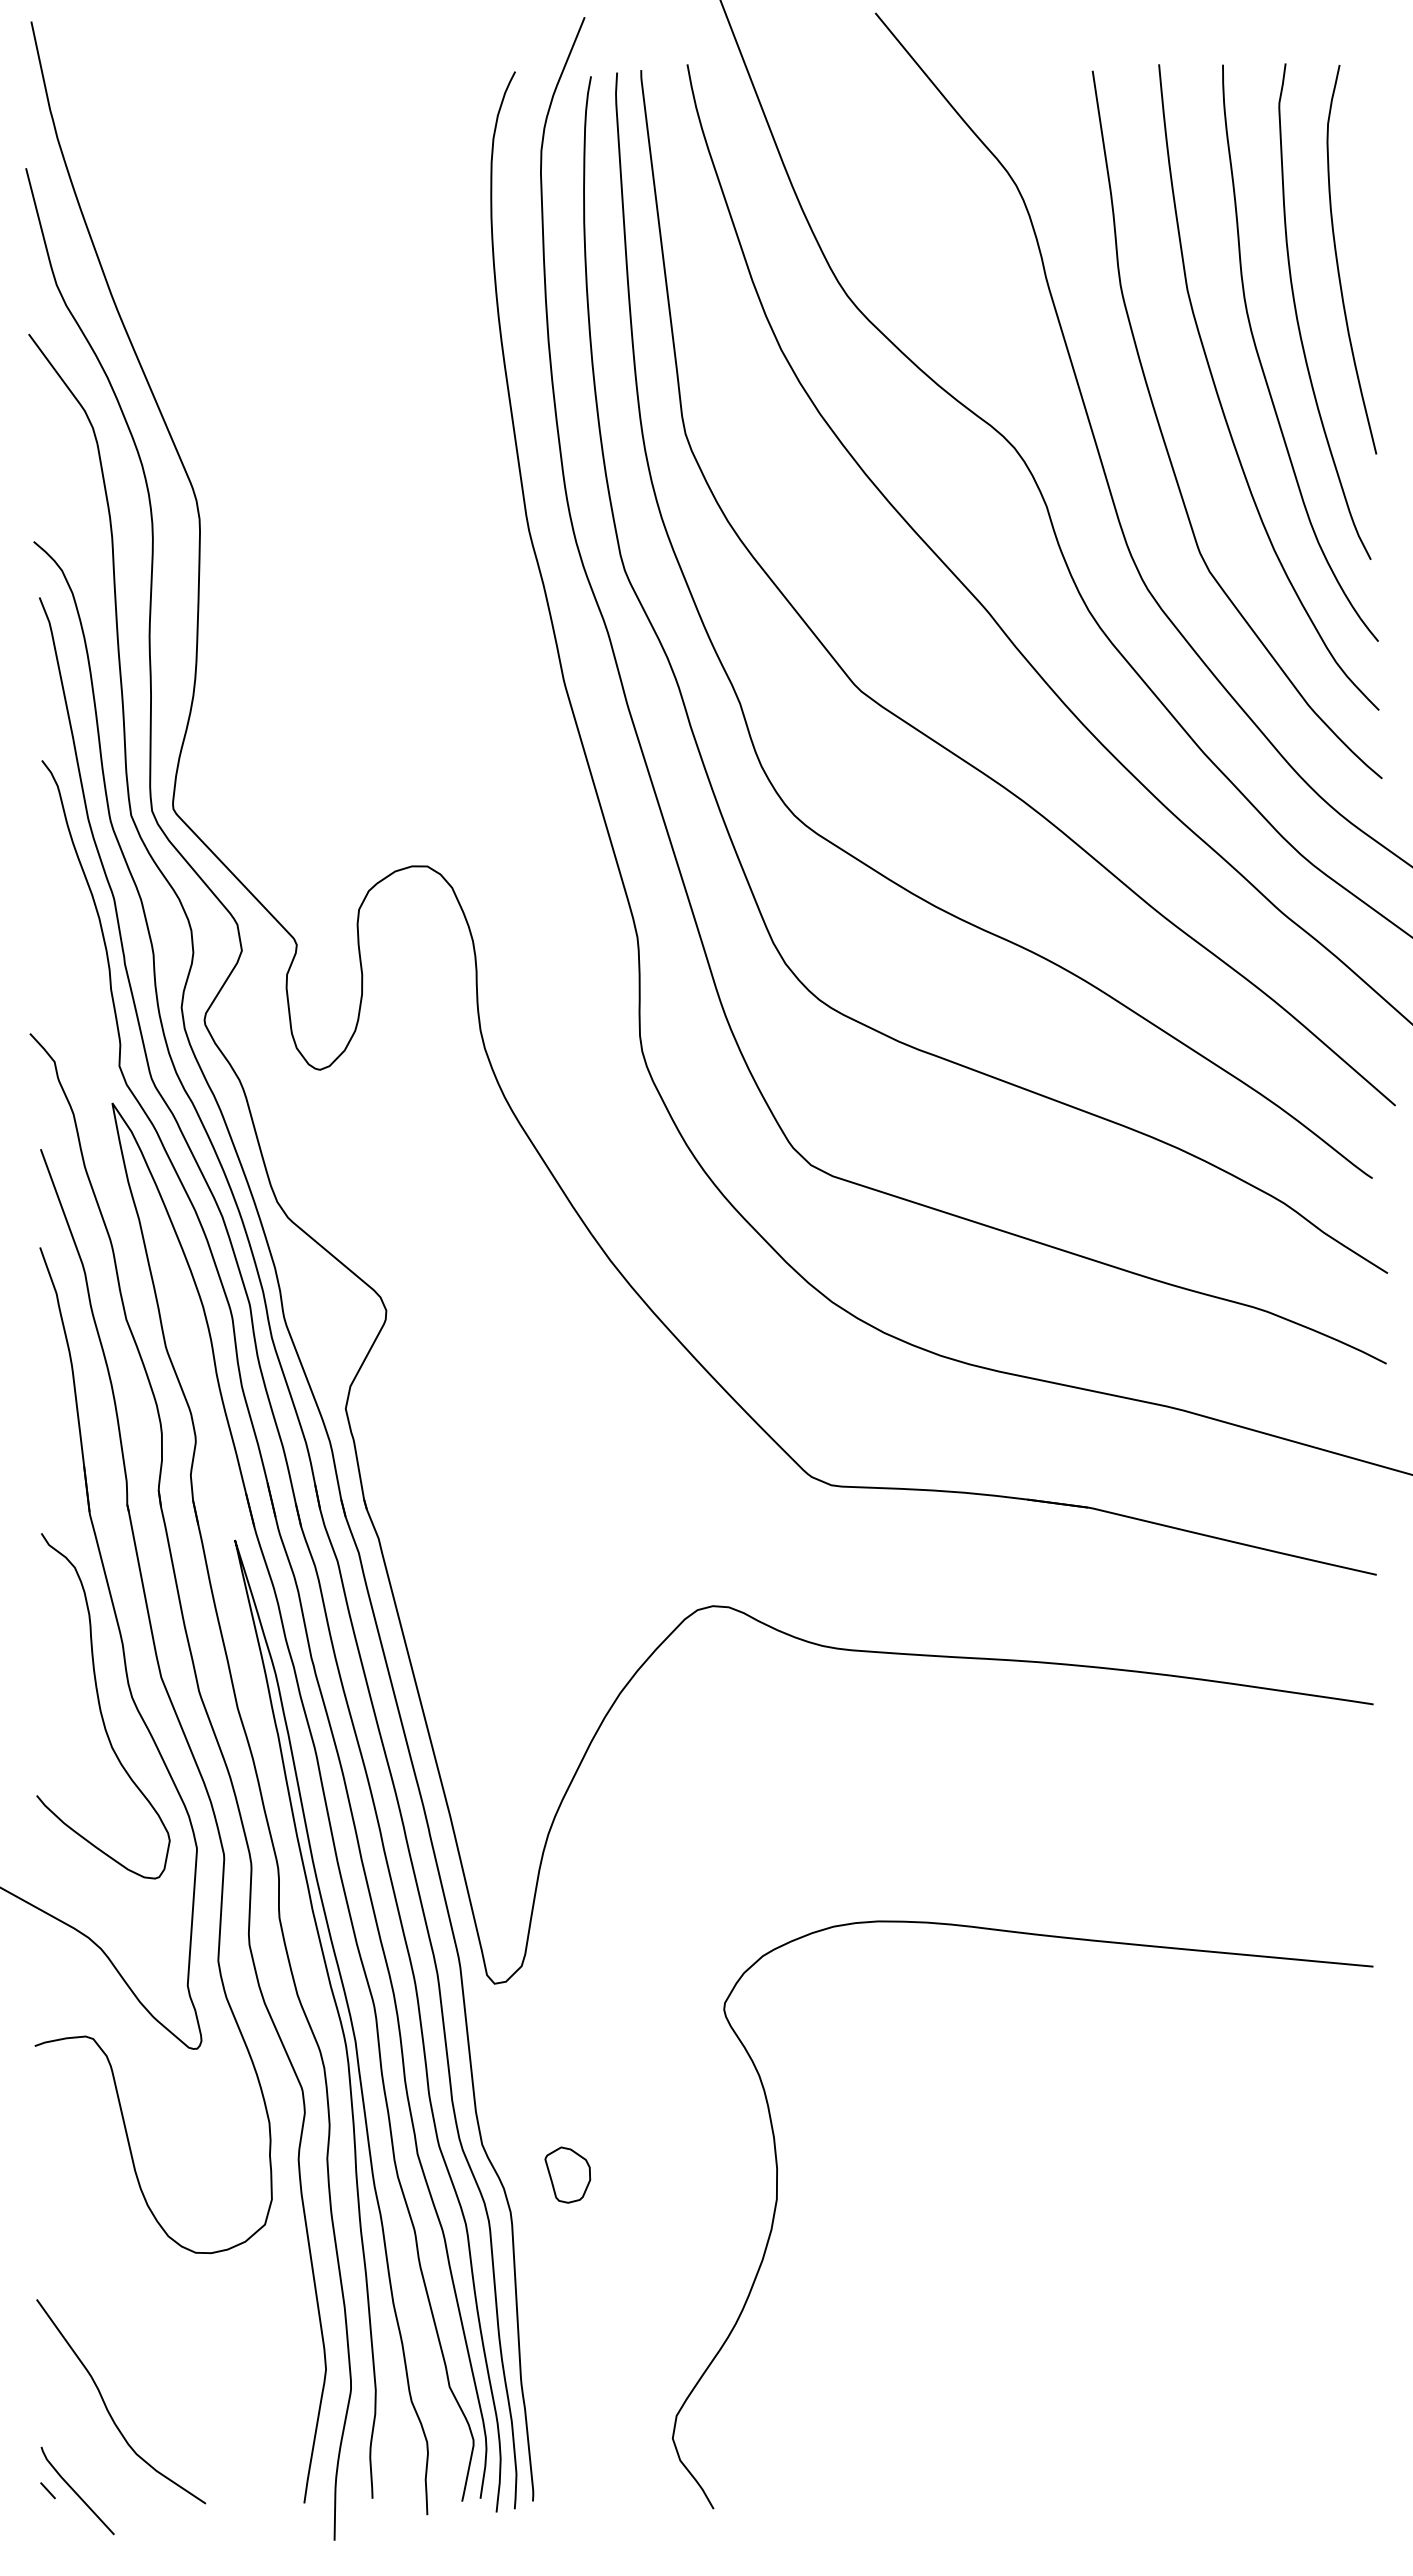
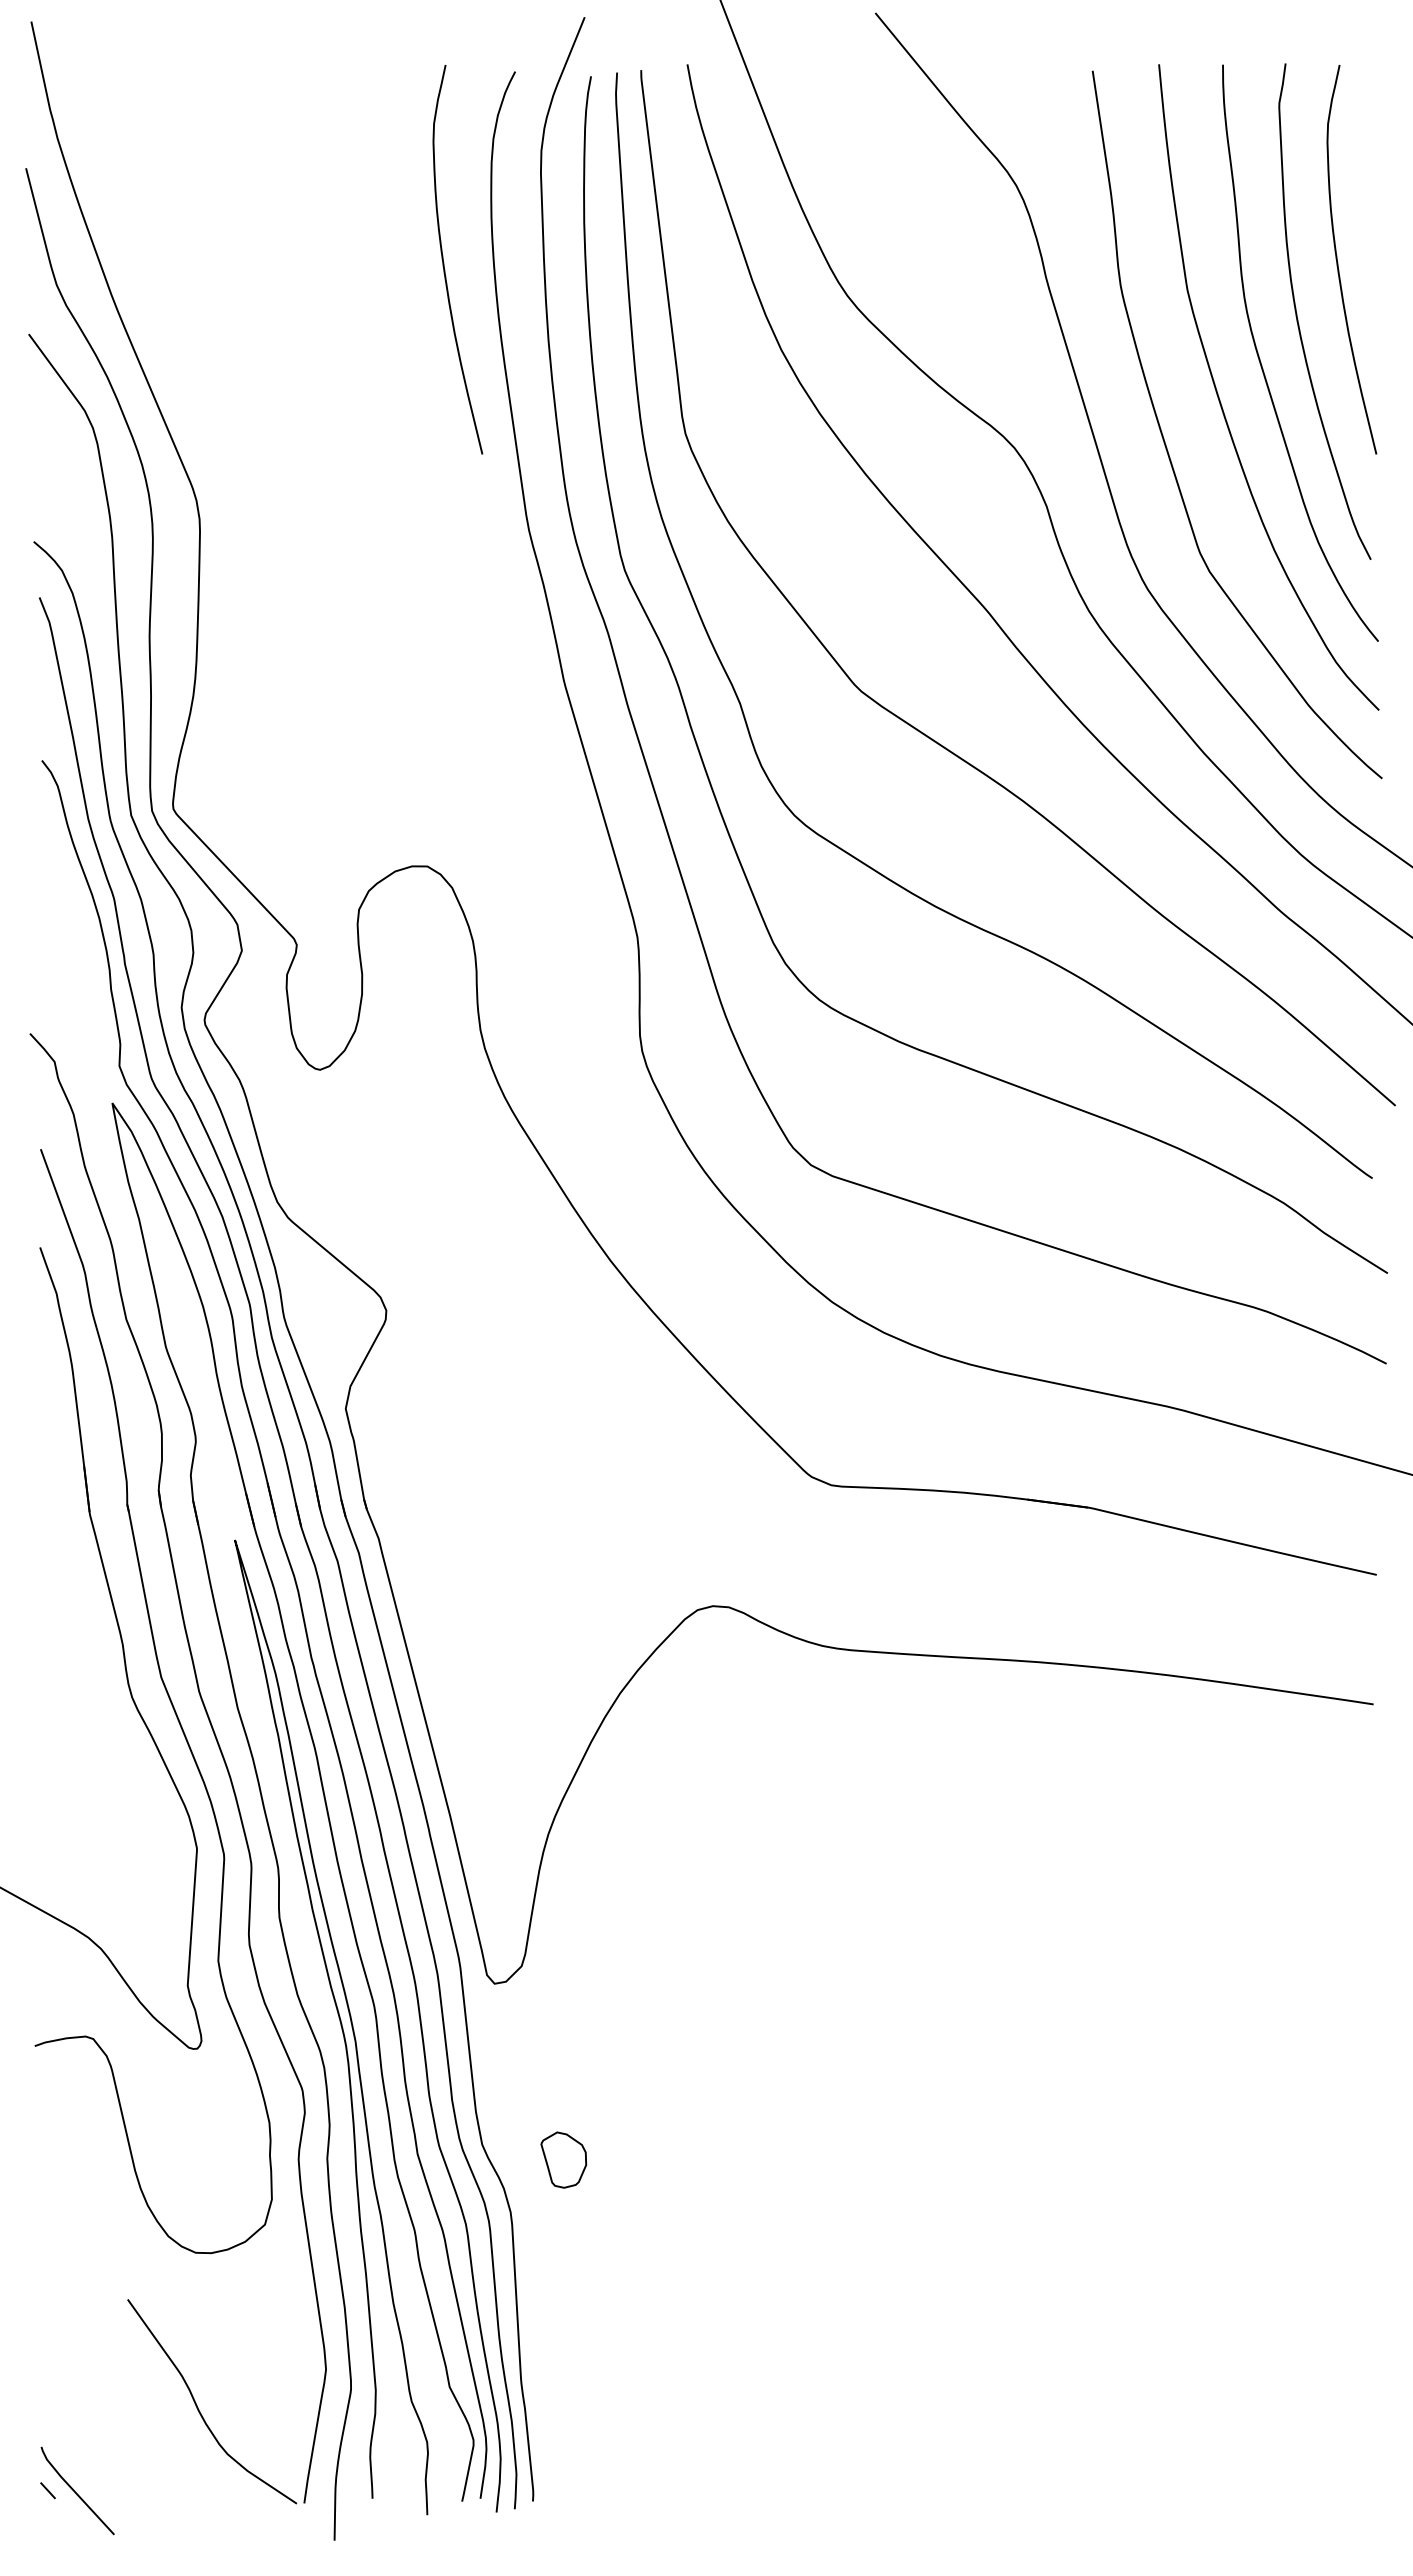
curve at (444, 262): none -> present
curve at (100, 1706): present -> none
part at (567, 2174) position: (567, 2174) -> (563, 2159)
curve at (777, 2203): present -> none
curve at (107, 2407) position: (107, 2407) -> (198, 2407)
